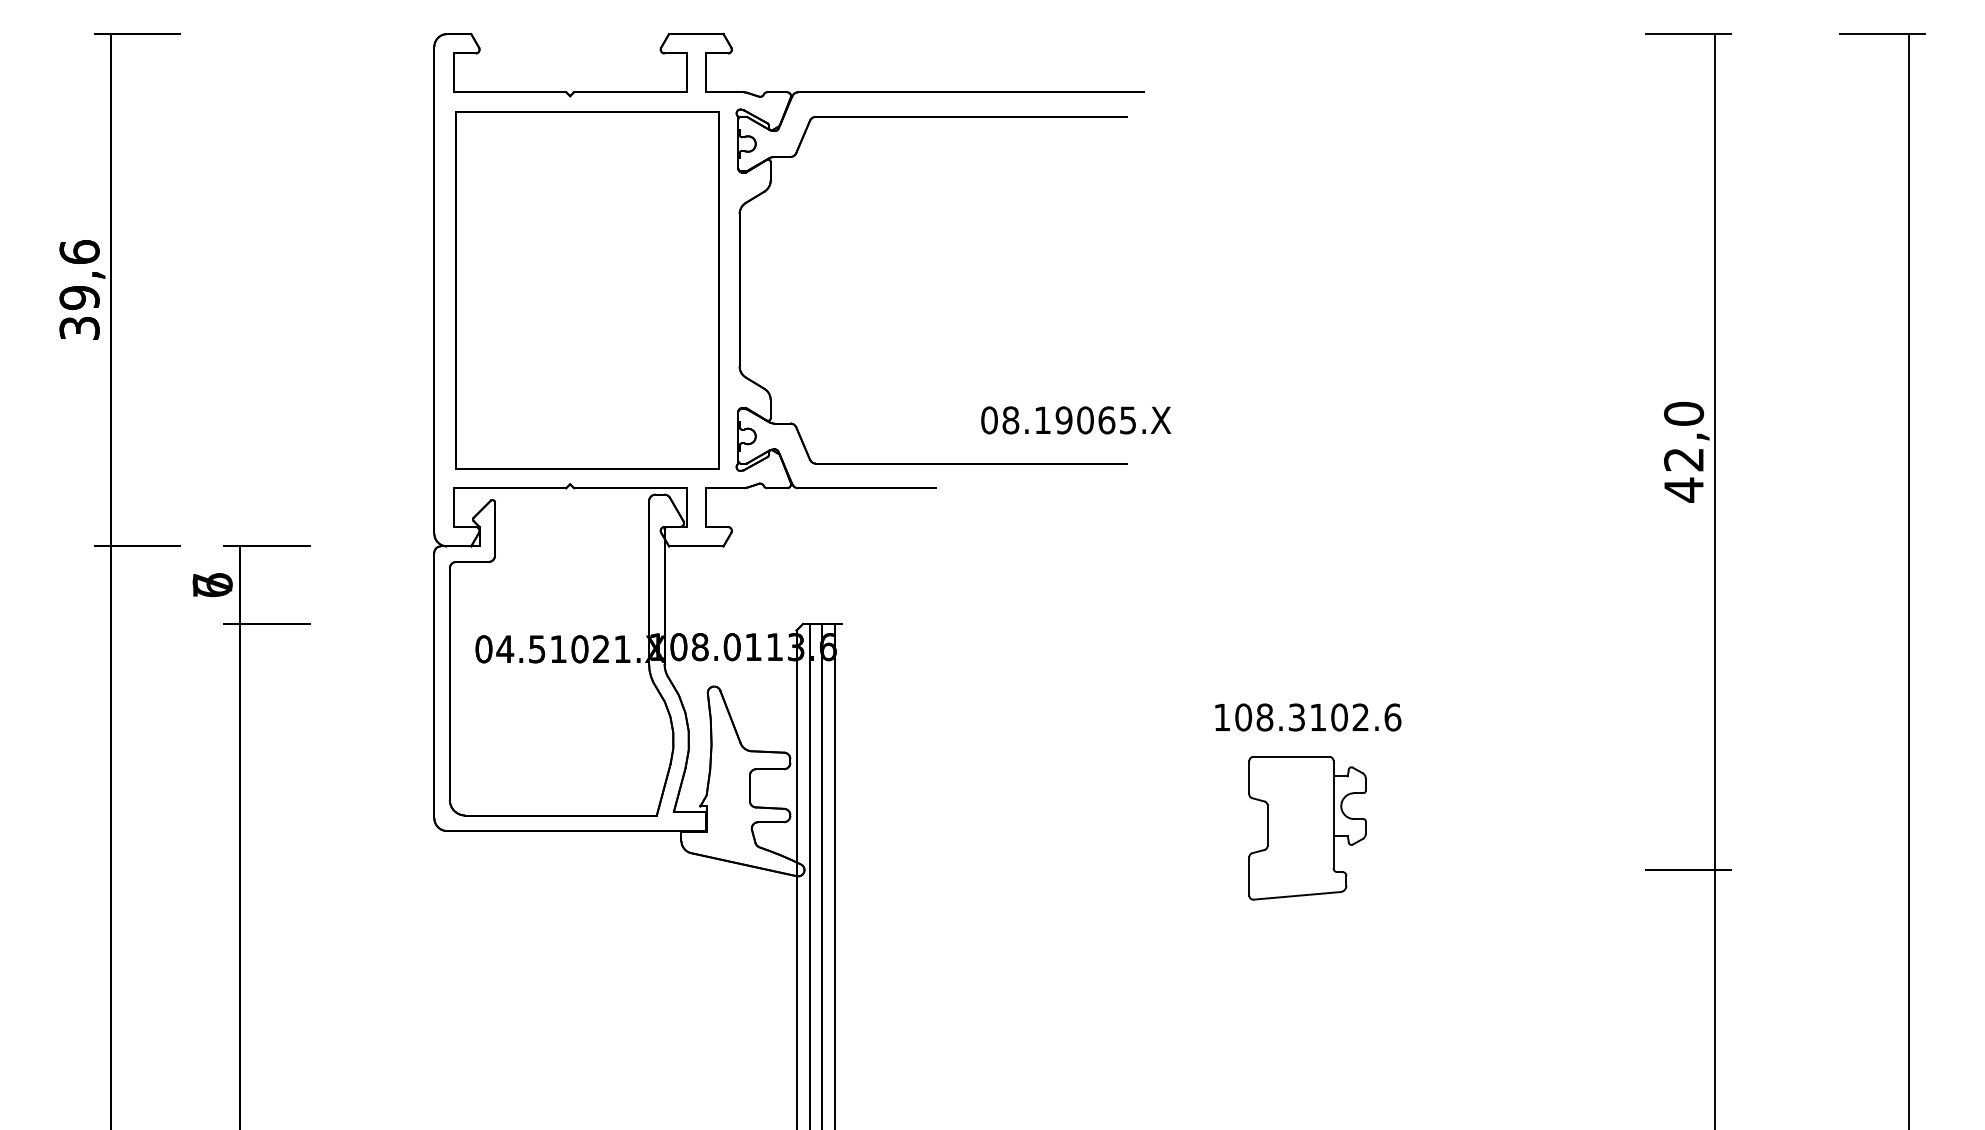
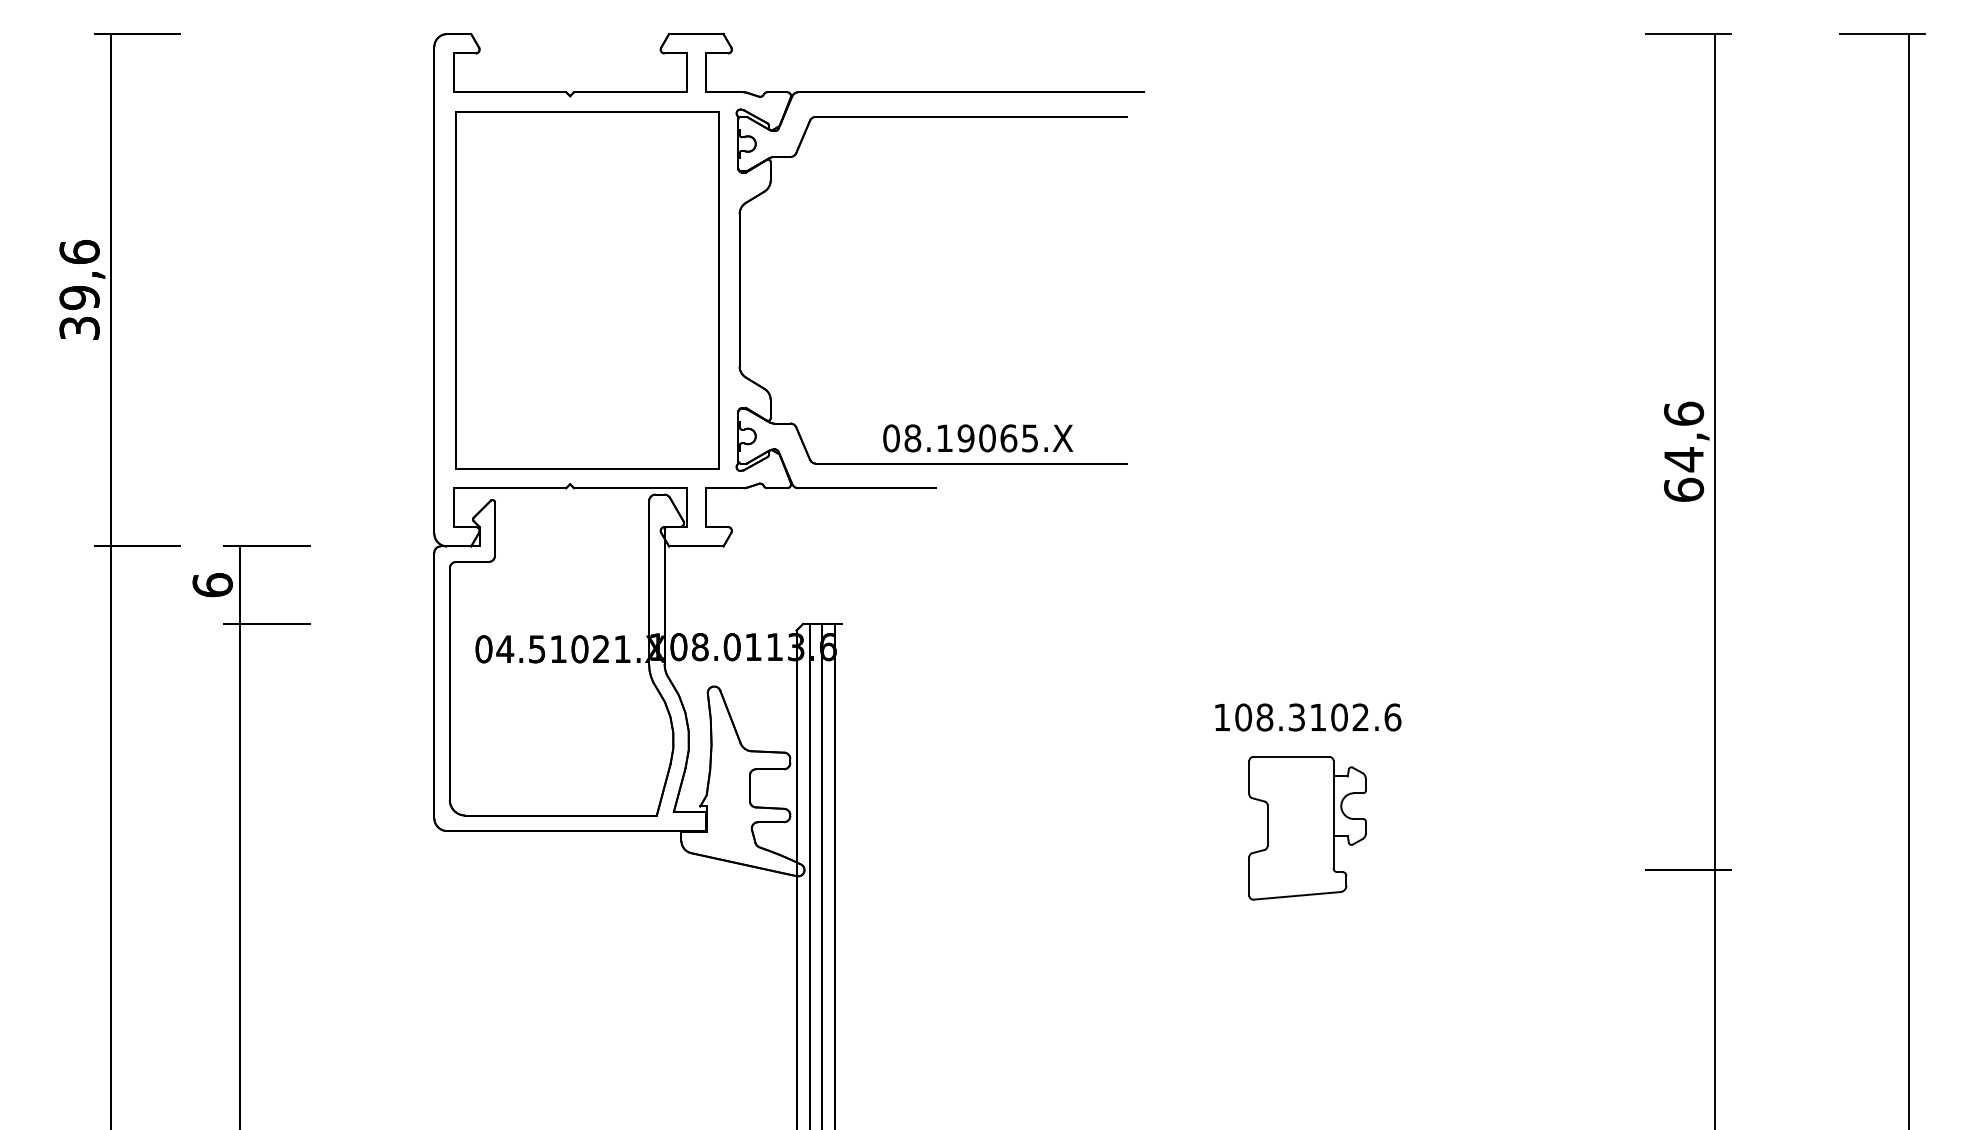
text at (1076, 420) position: (1076, 420) -> (978, 438)
text at (1684, 451): 42,0 -> 64,6
text at (212, 585): 7 -> 6
